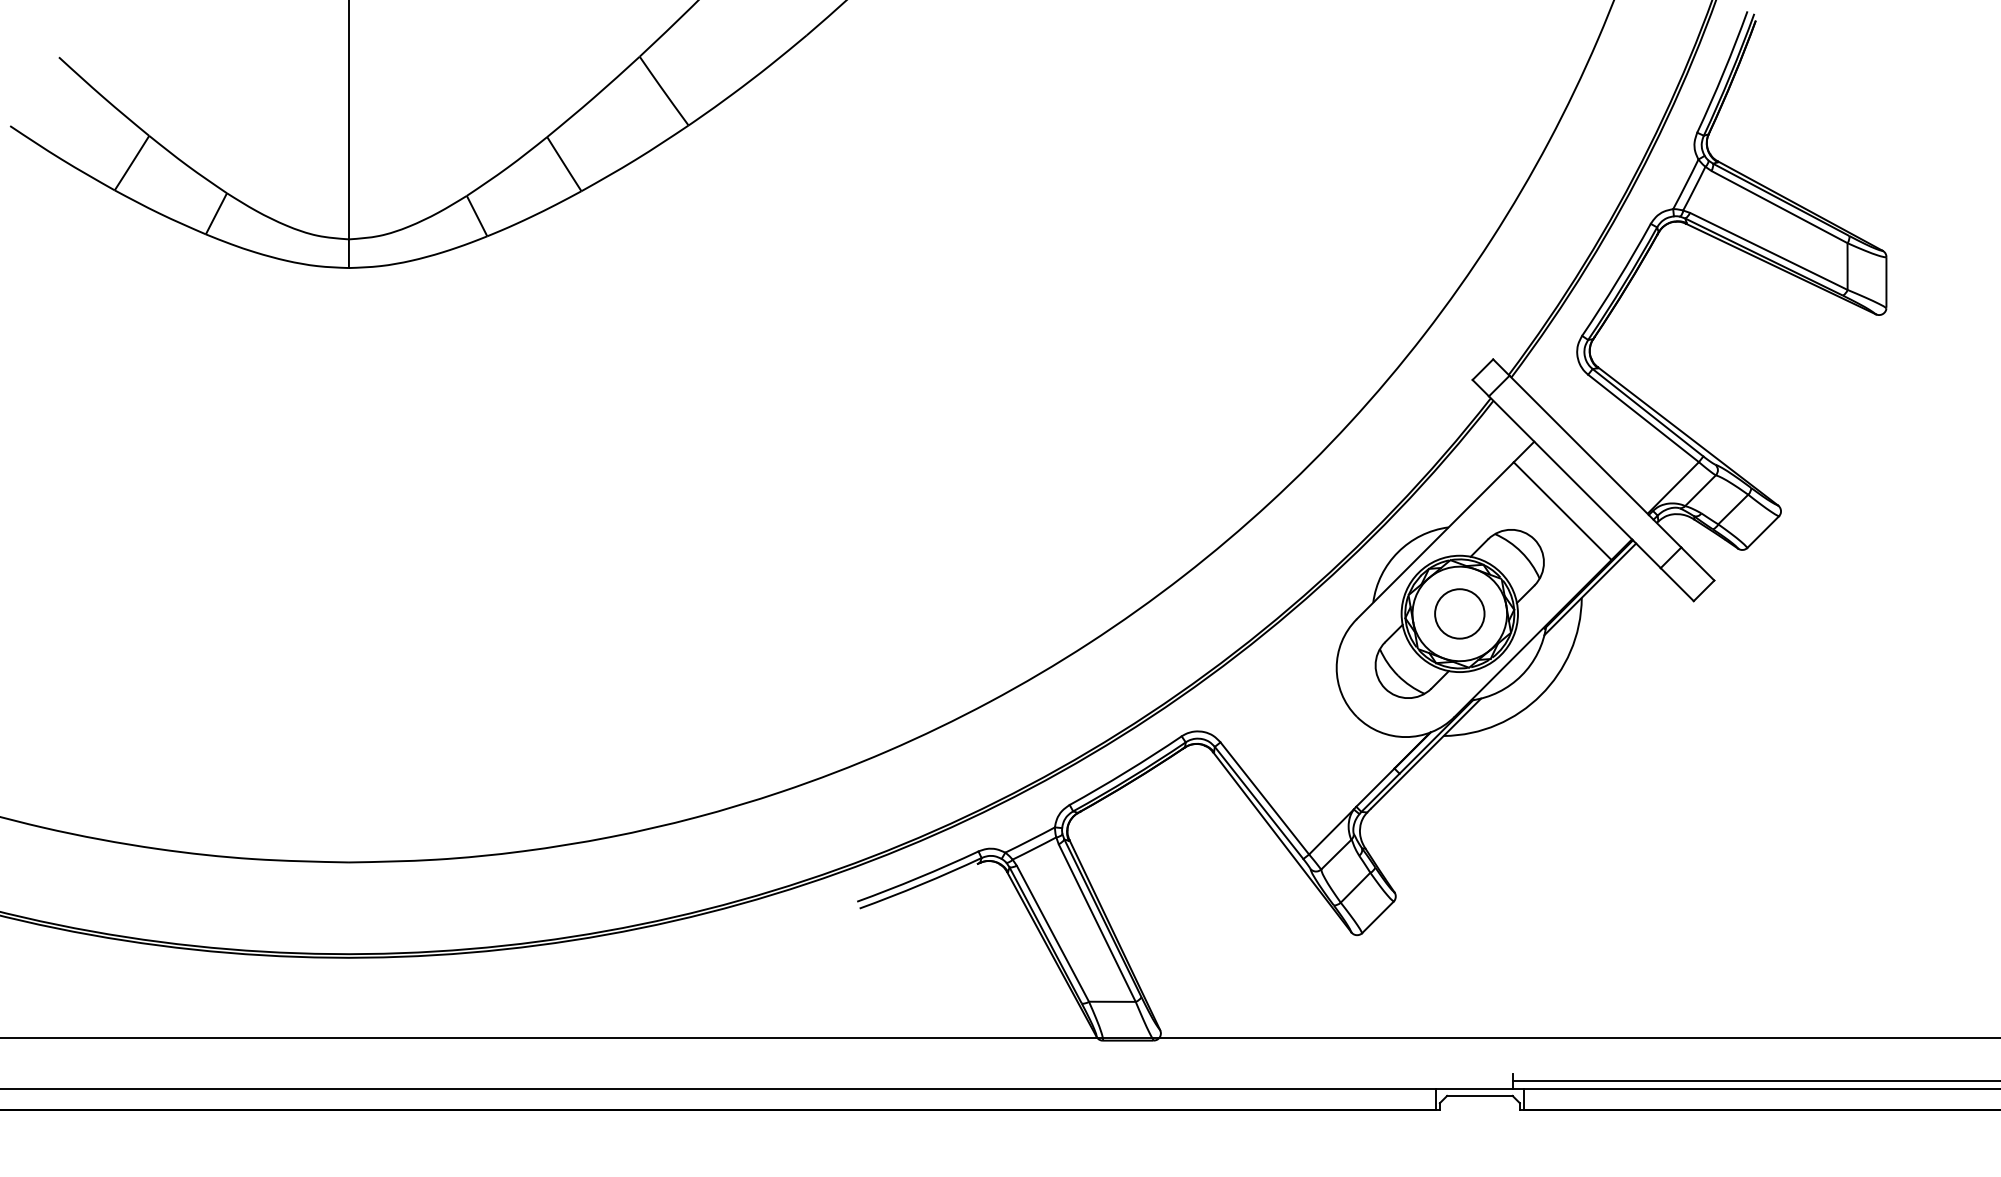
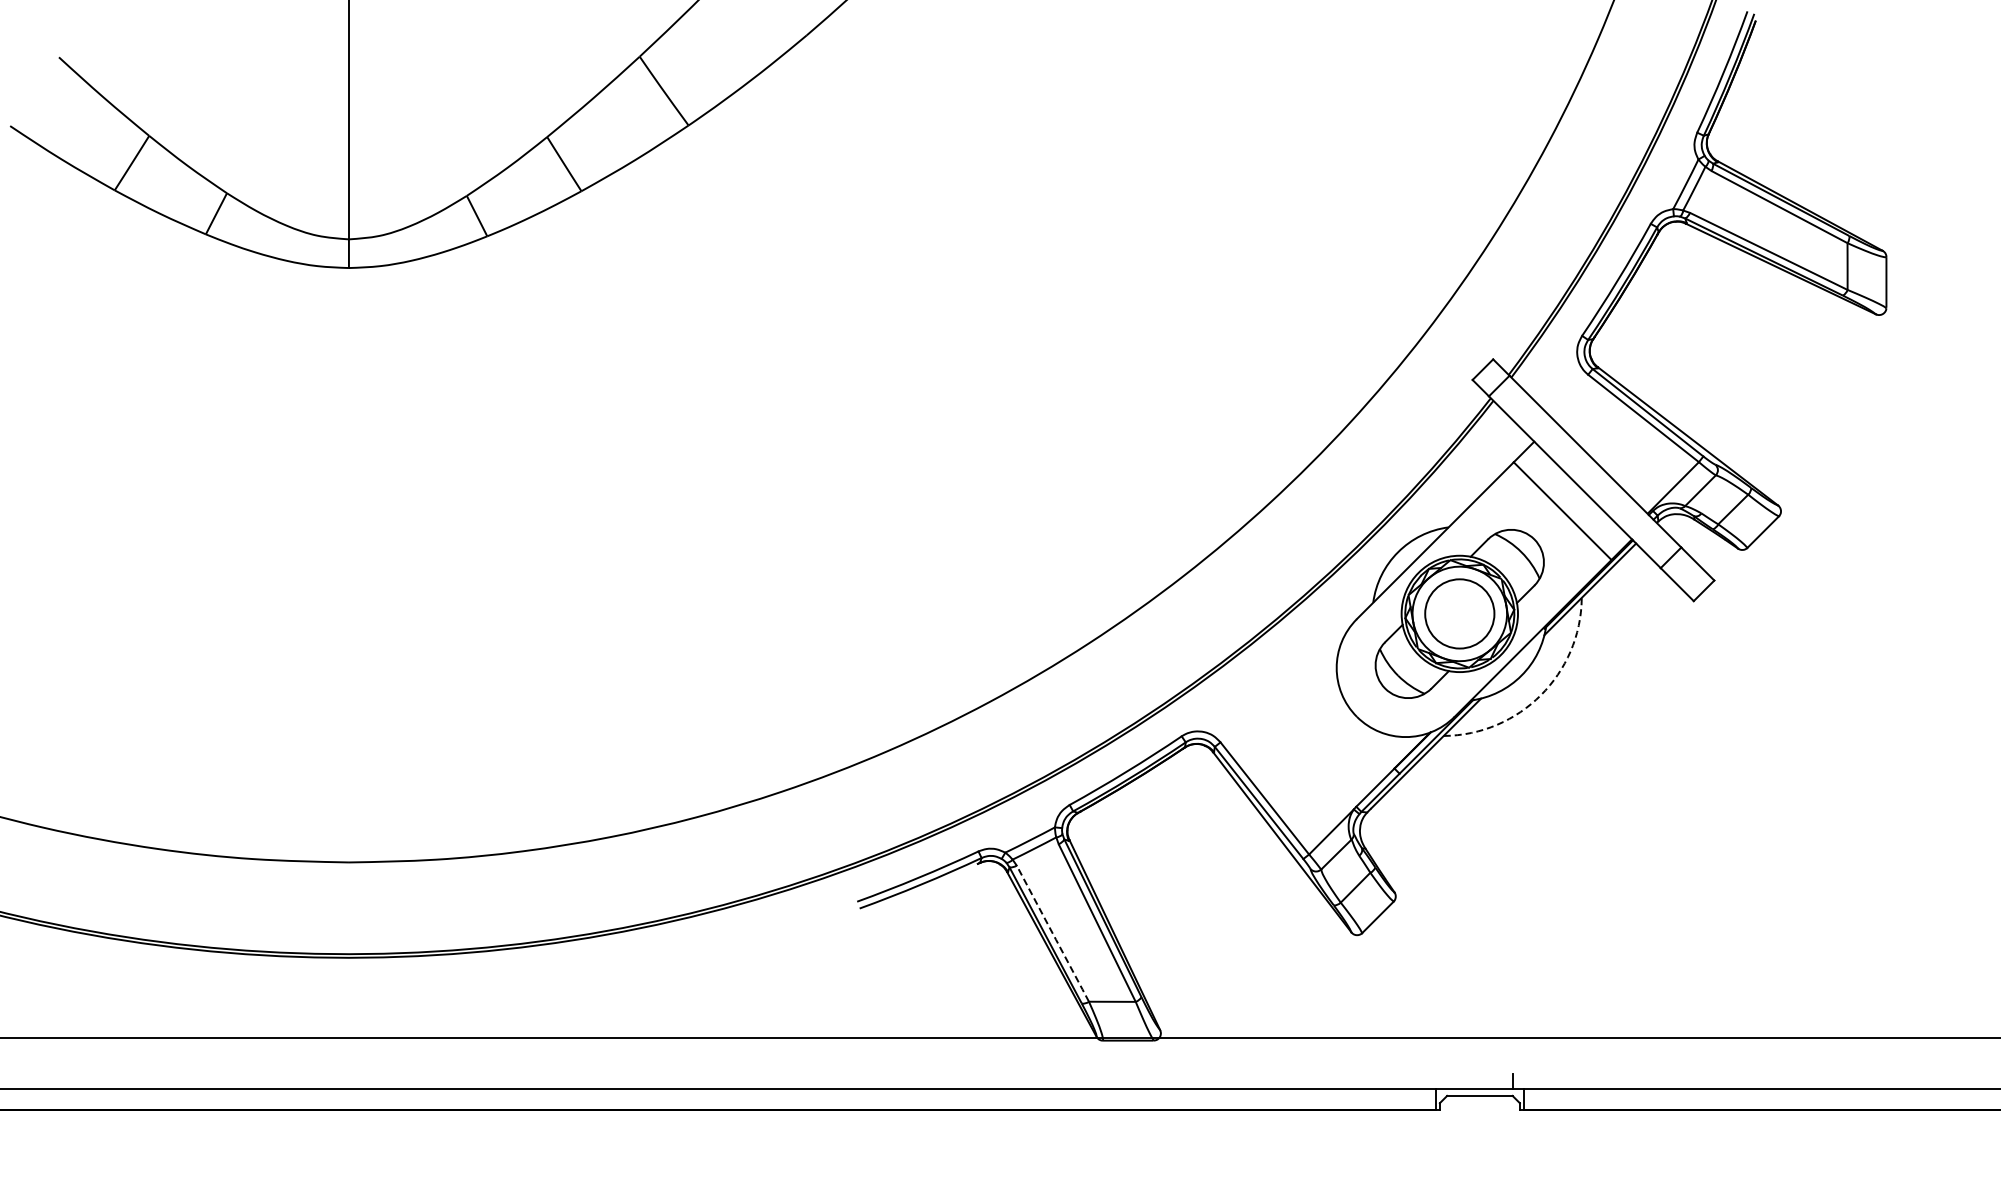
circle at (1459, 613) diameter: 49 px -> 69 px
arc at (1540, 695): solid -> dashed
line at (1053, 935): solid -> dashed
line at (1754, 1081): present -> none
